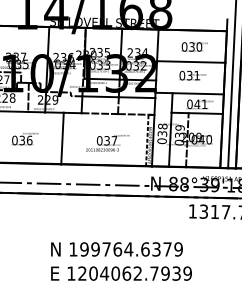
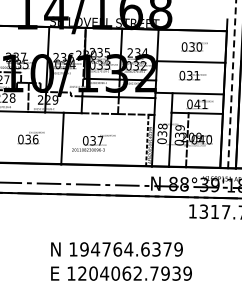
line at (232, 84): solid -> dashed
text at (24, 139) position: (24, 139) -> (30, 138)
text at (107, 143) position: (107, 143) -> (93, 143)
text at (95, 249): 199764.6379 -> 194764.6379
